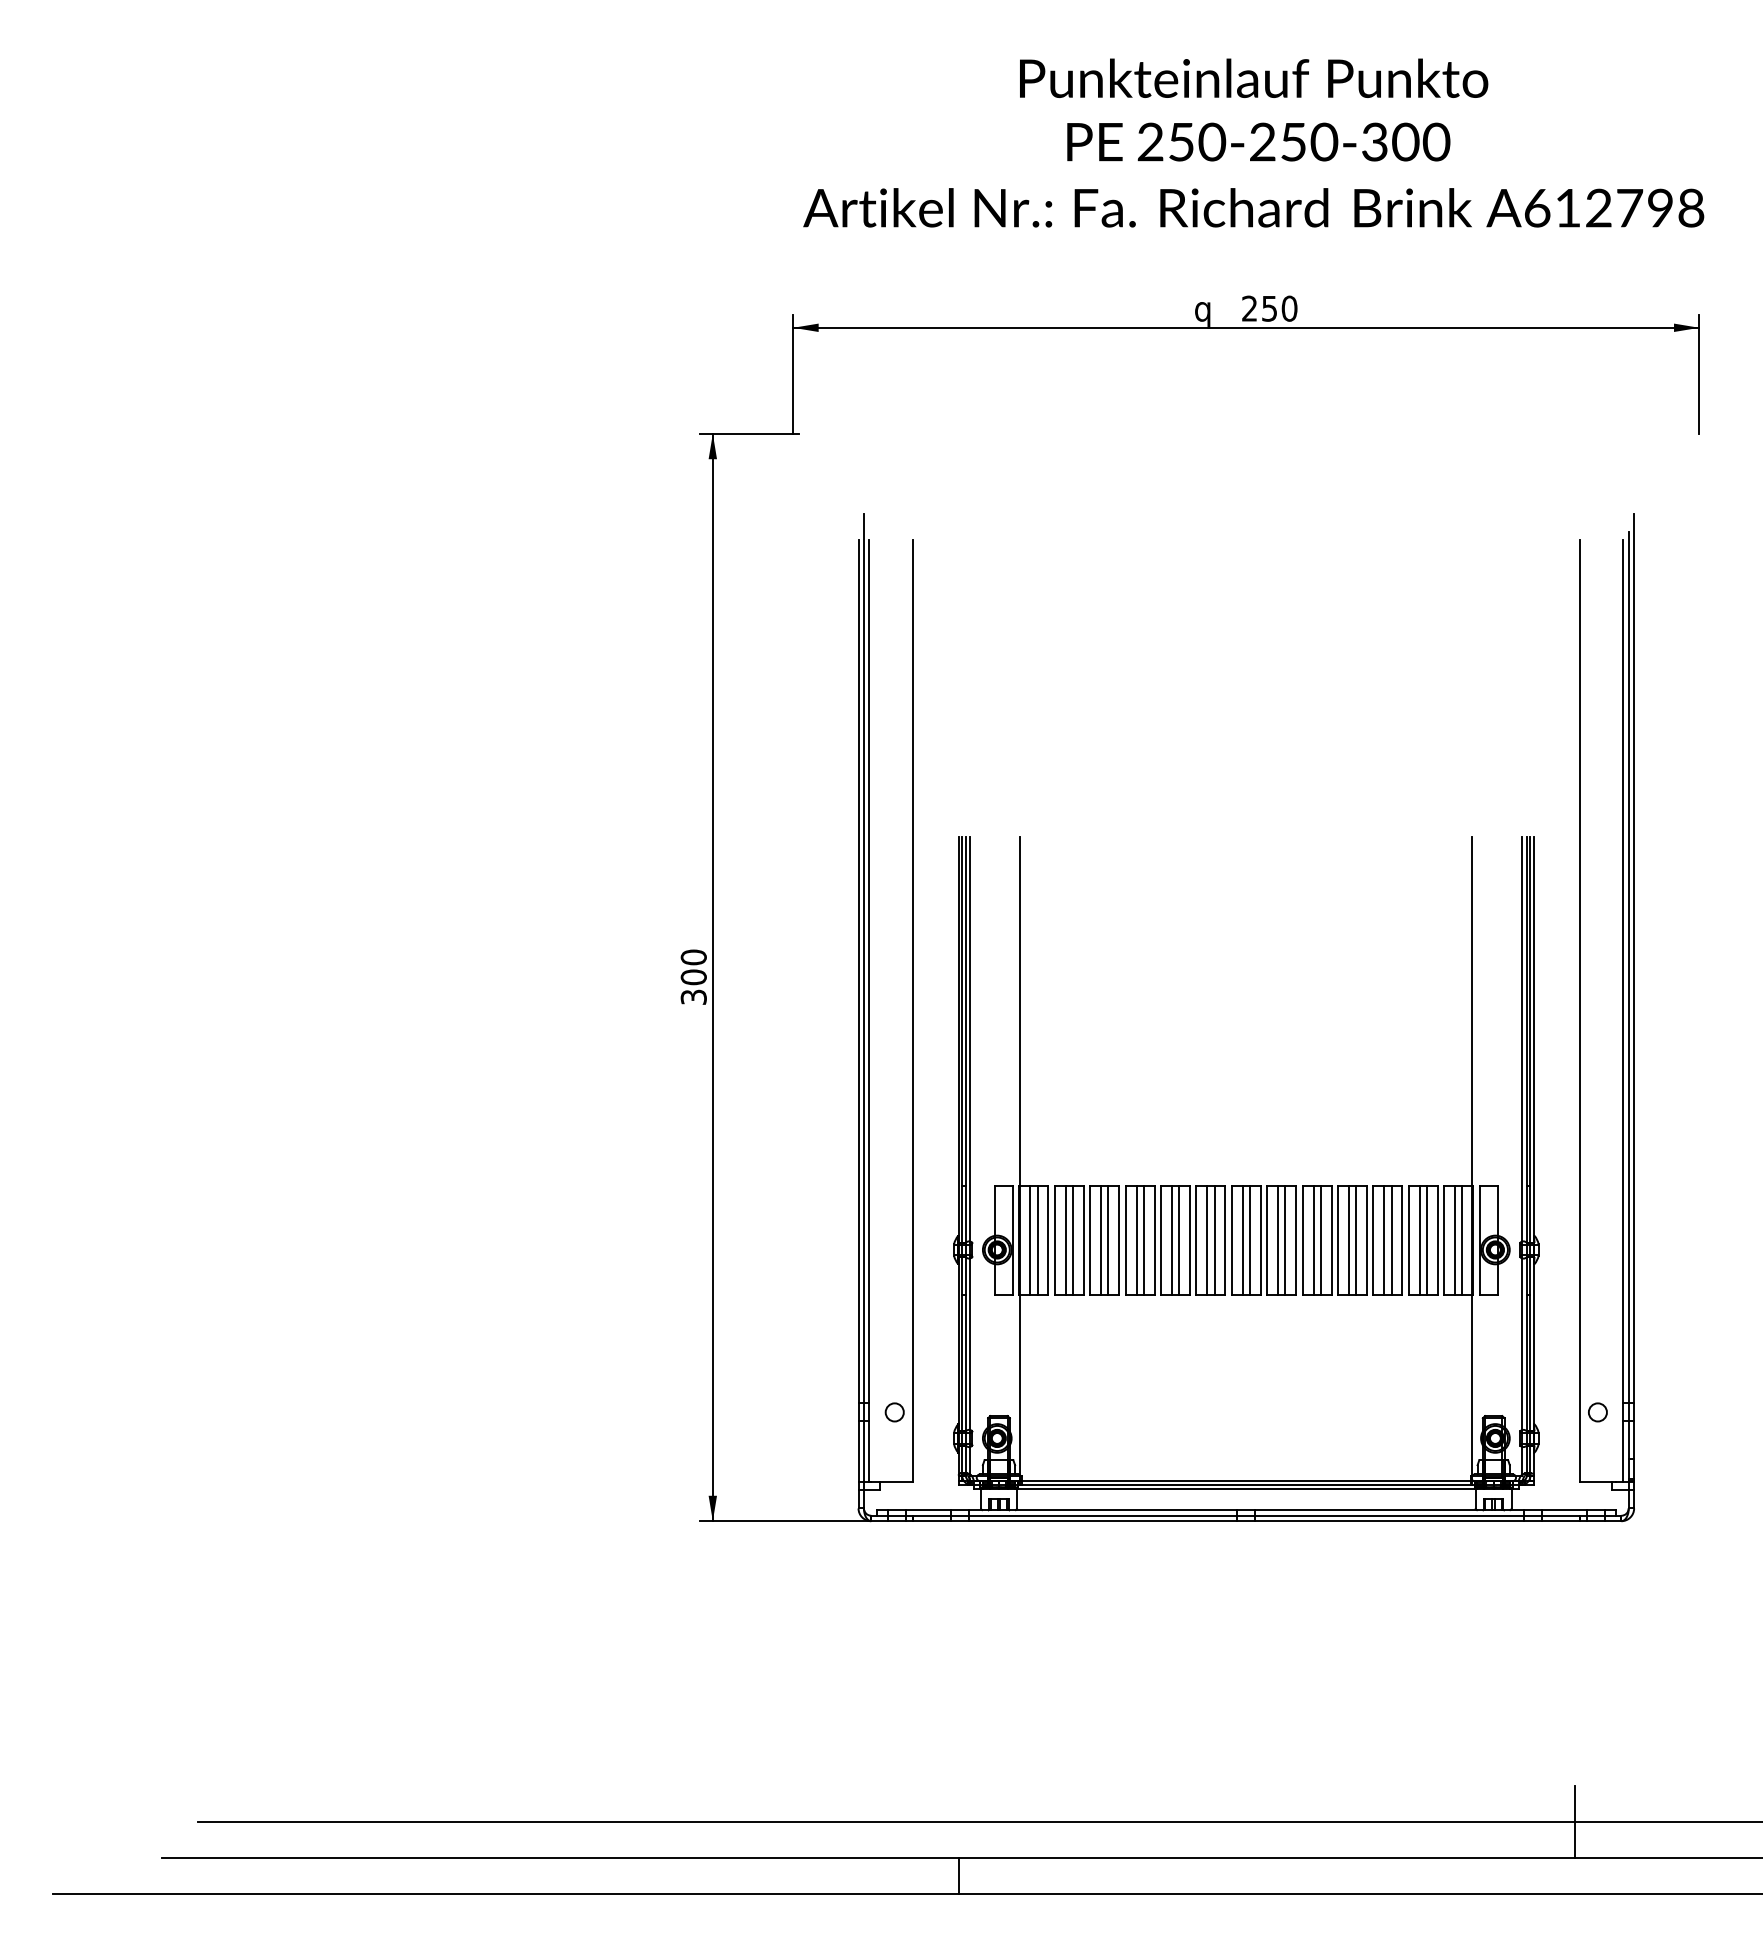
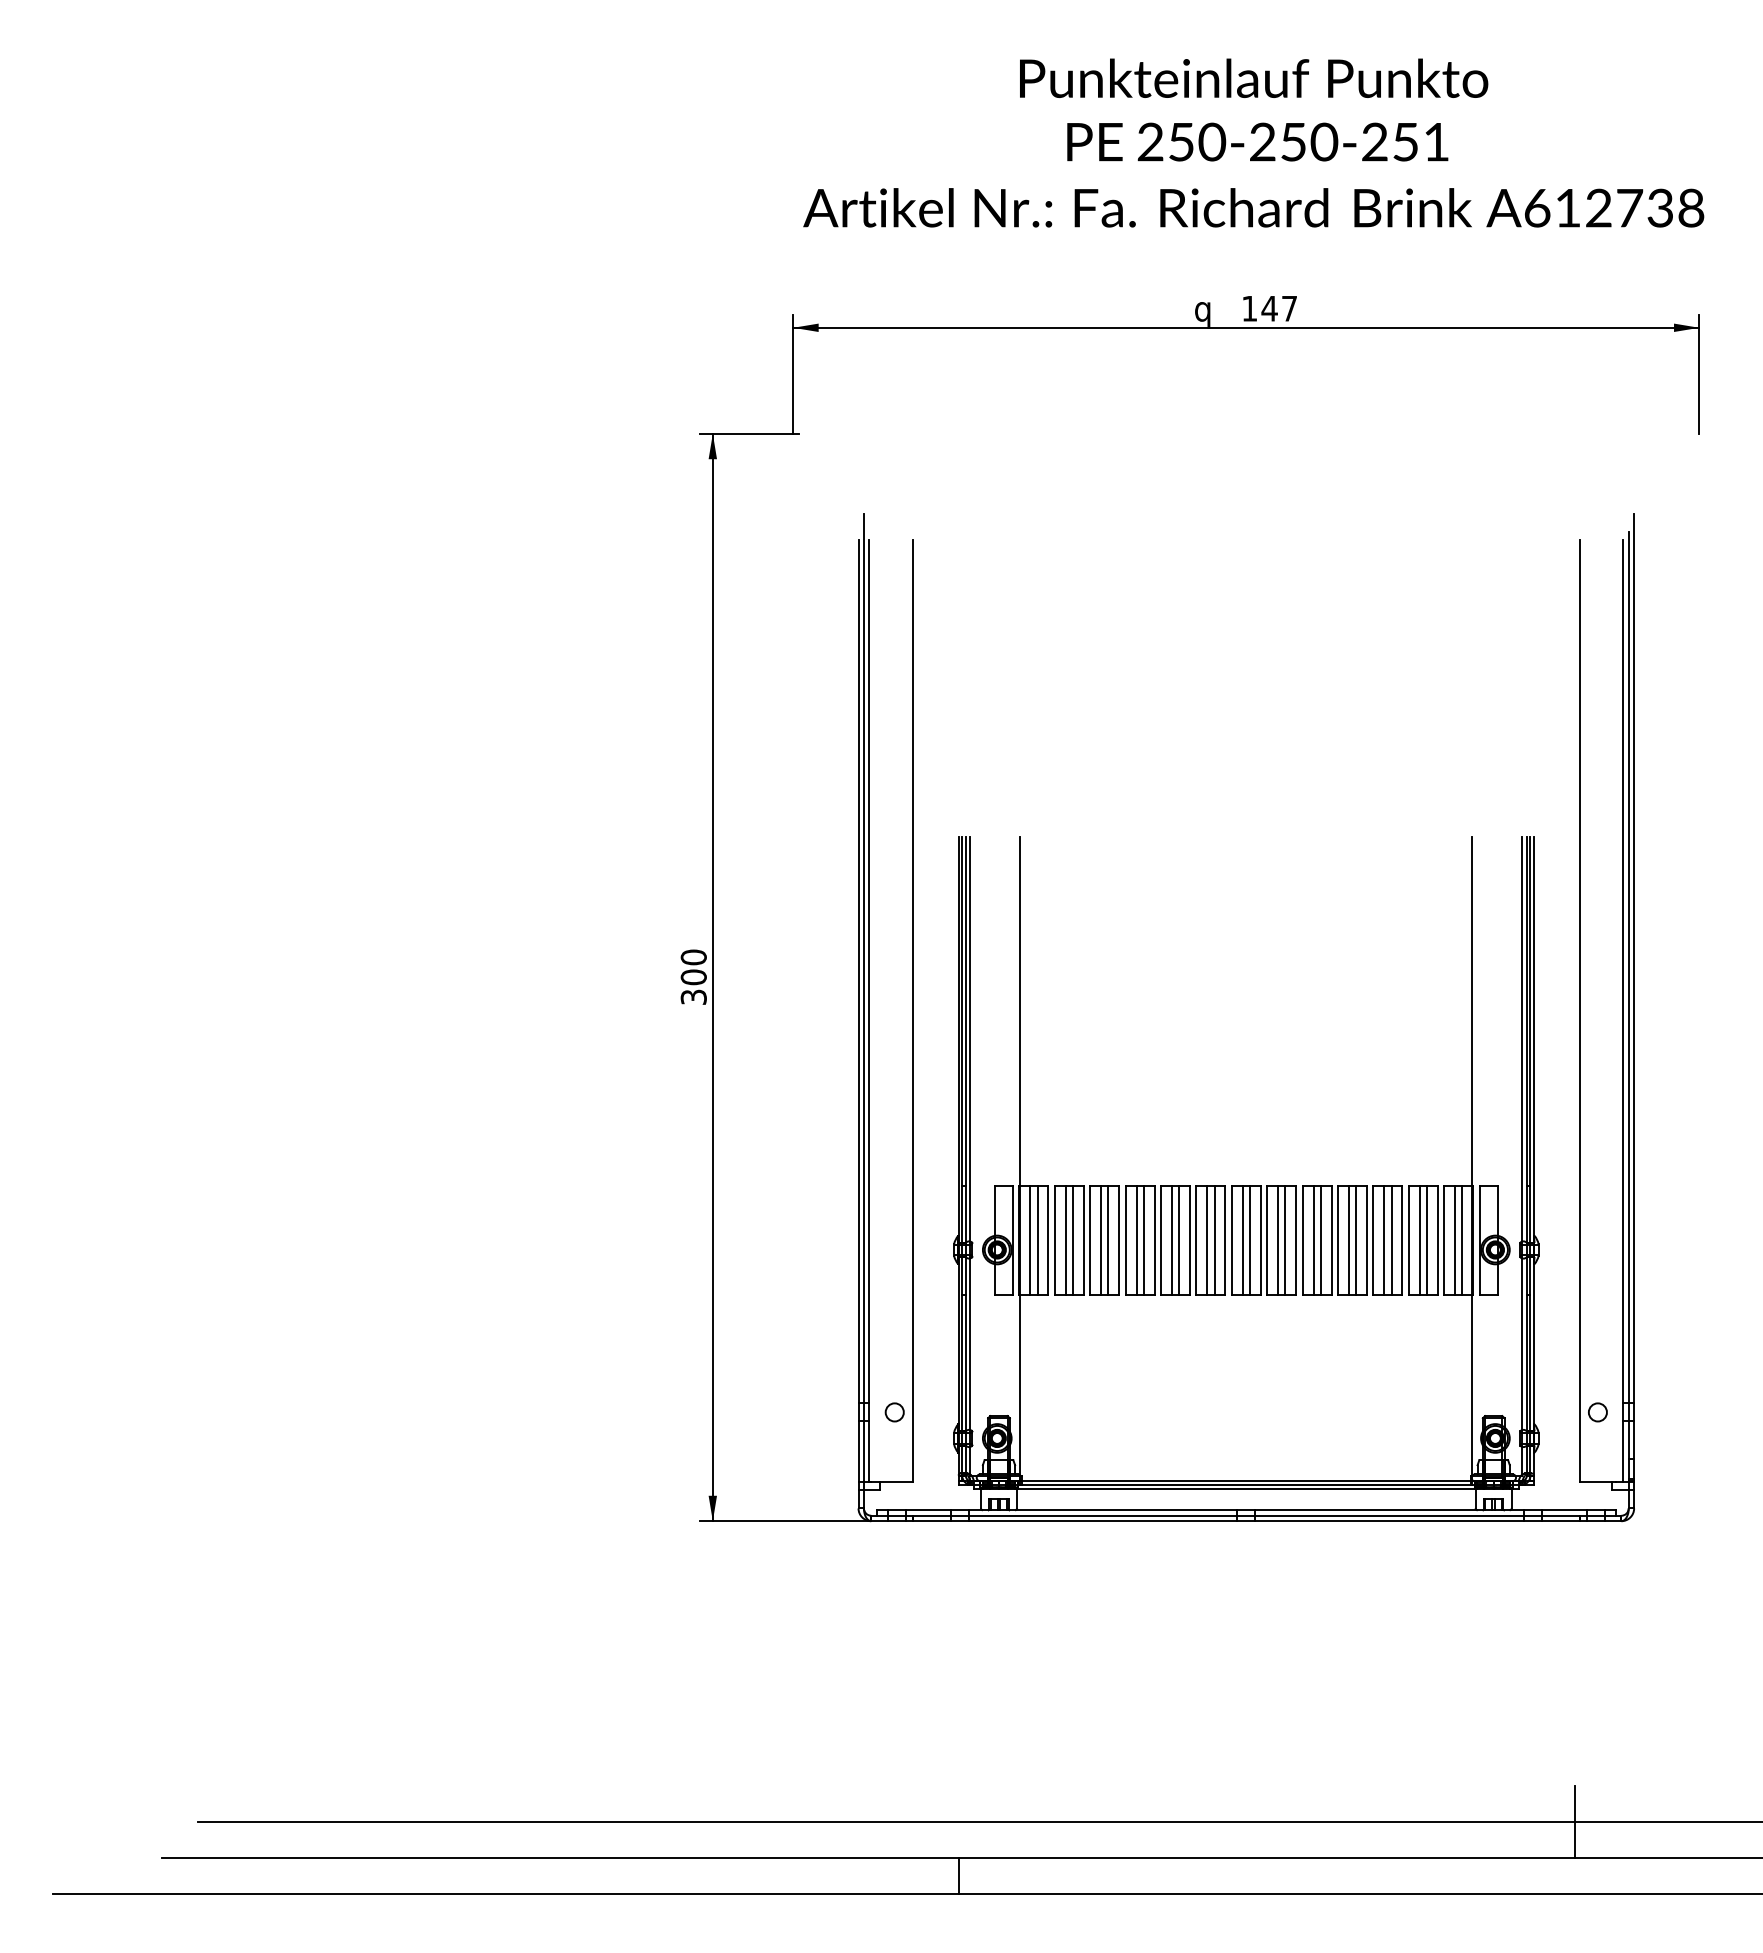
text at (1406, 141): 250-250-300 -> 250-250-251
text at (1659, 208): A612798 -> A612738
text at (1269, 308): 250 -> 147
